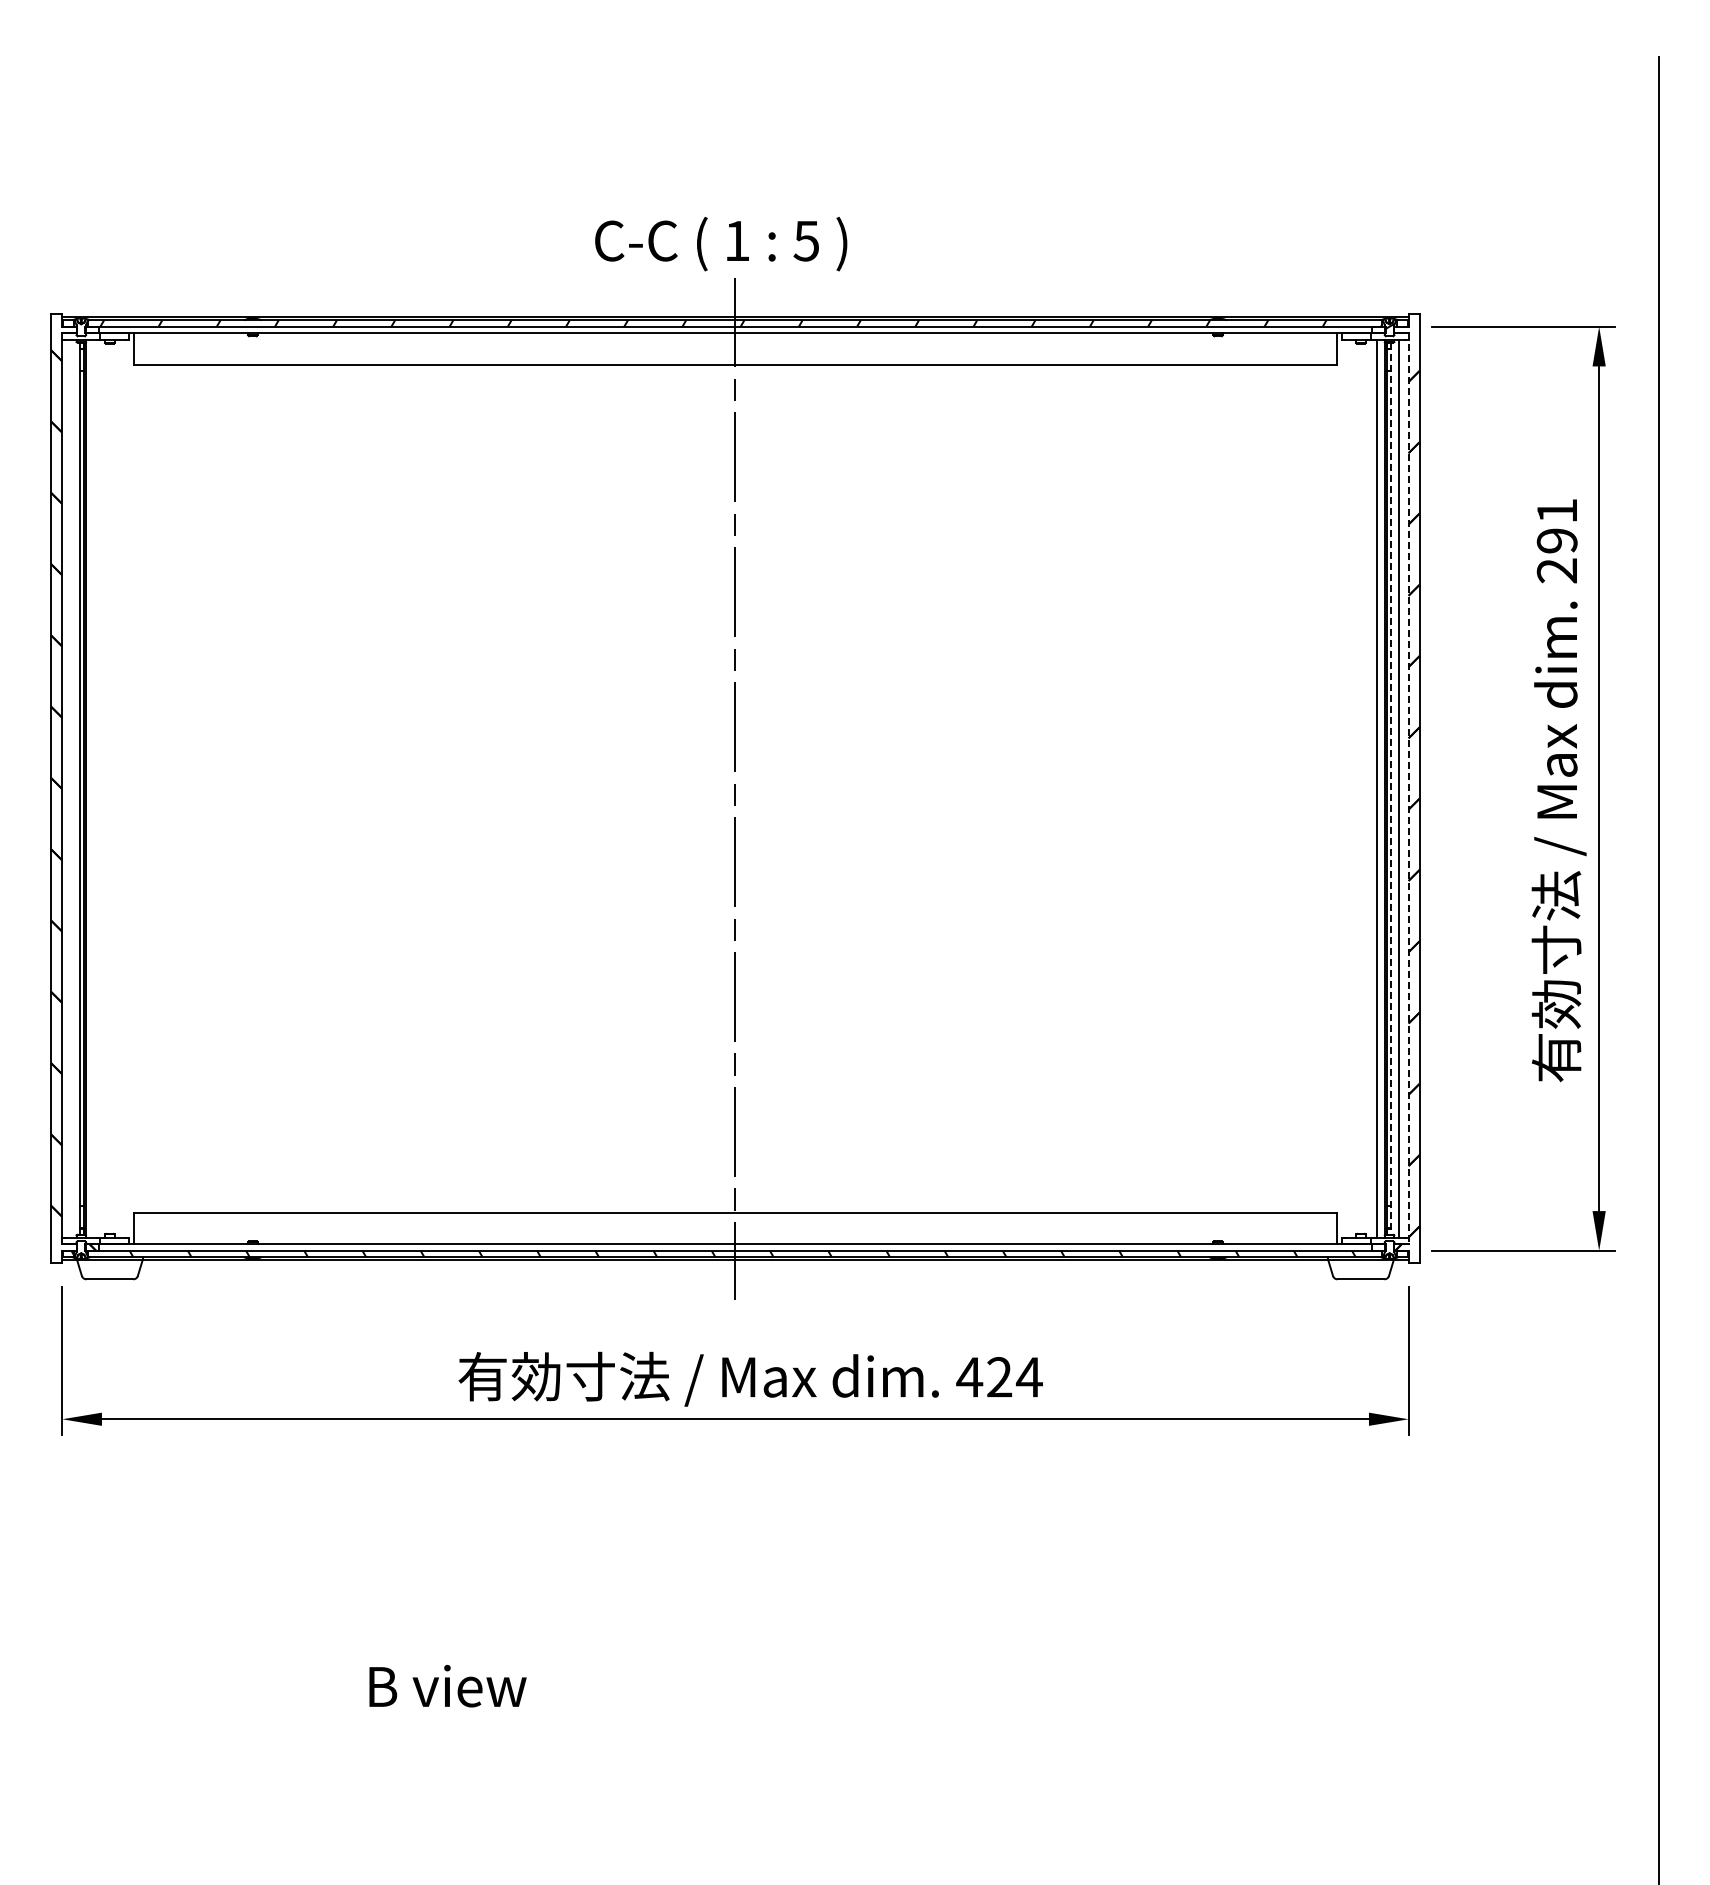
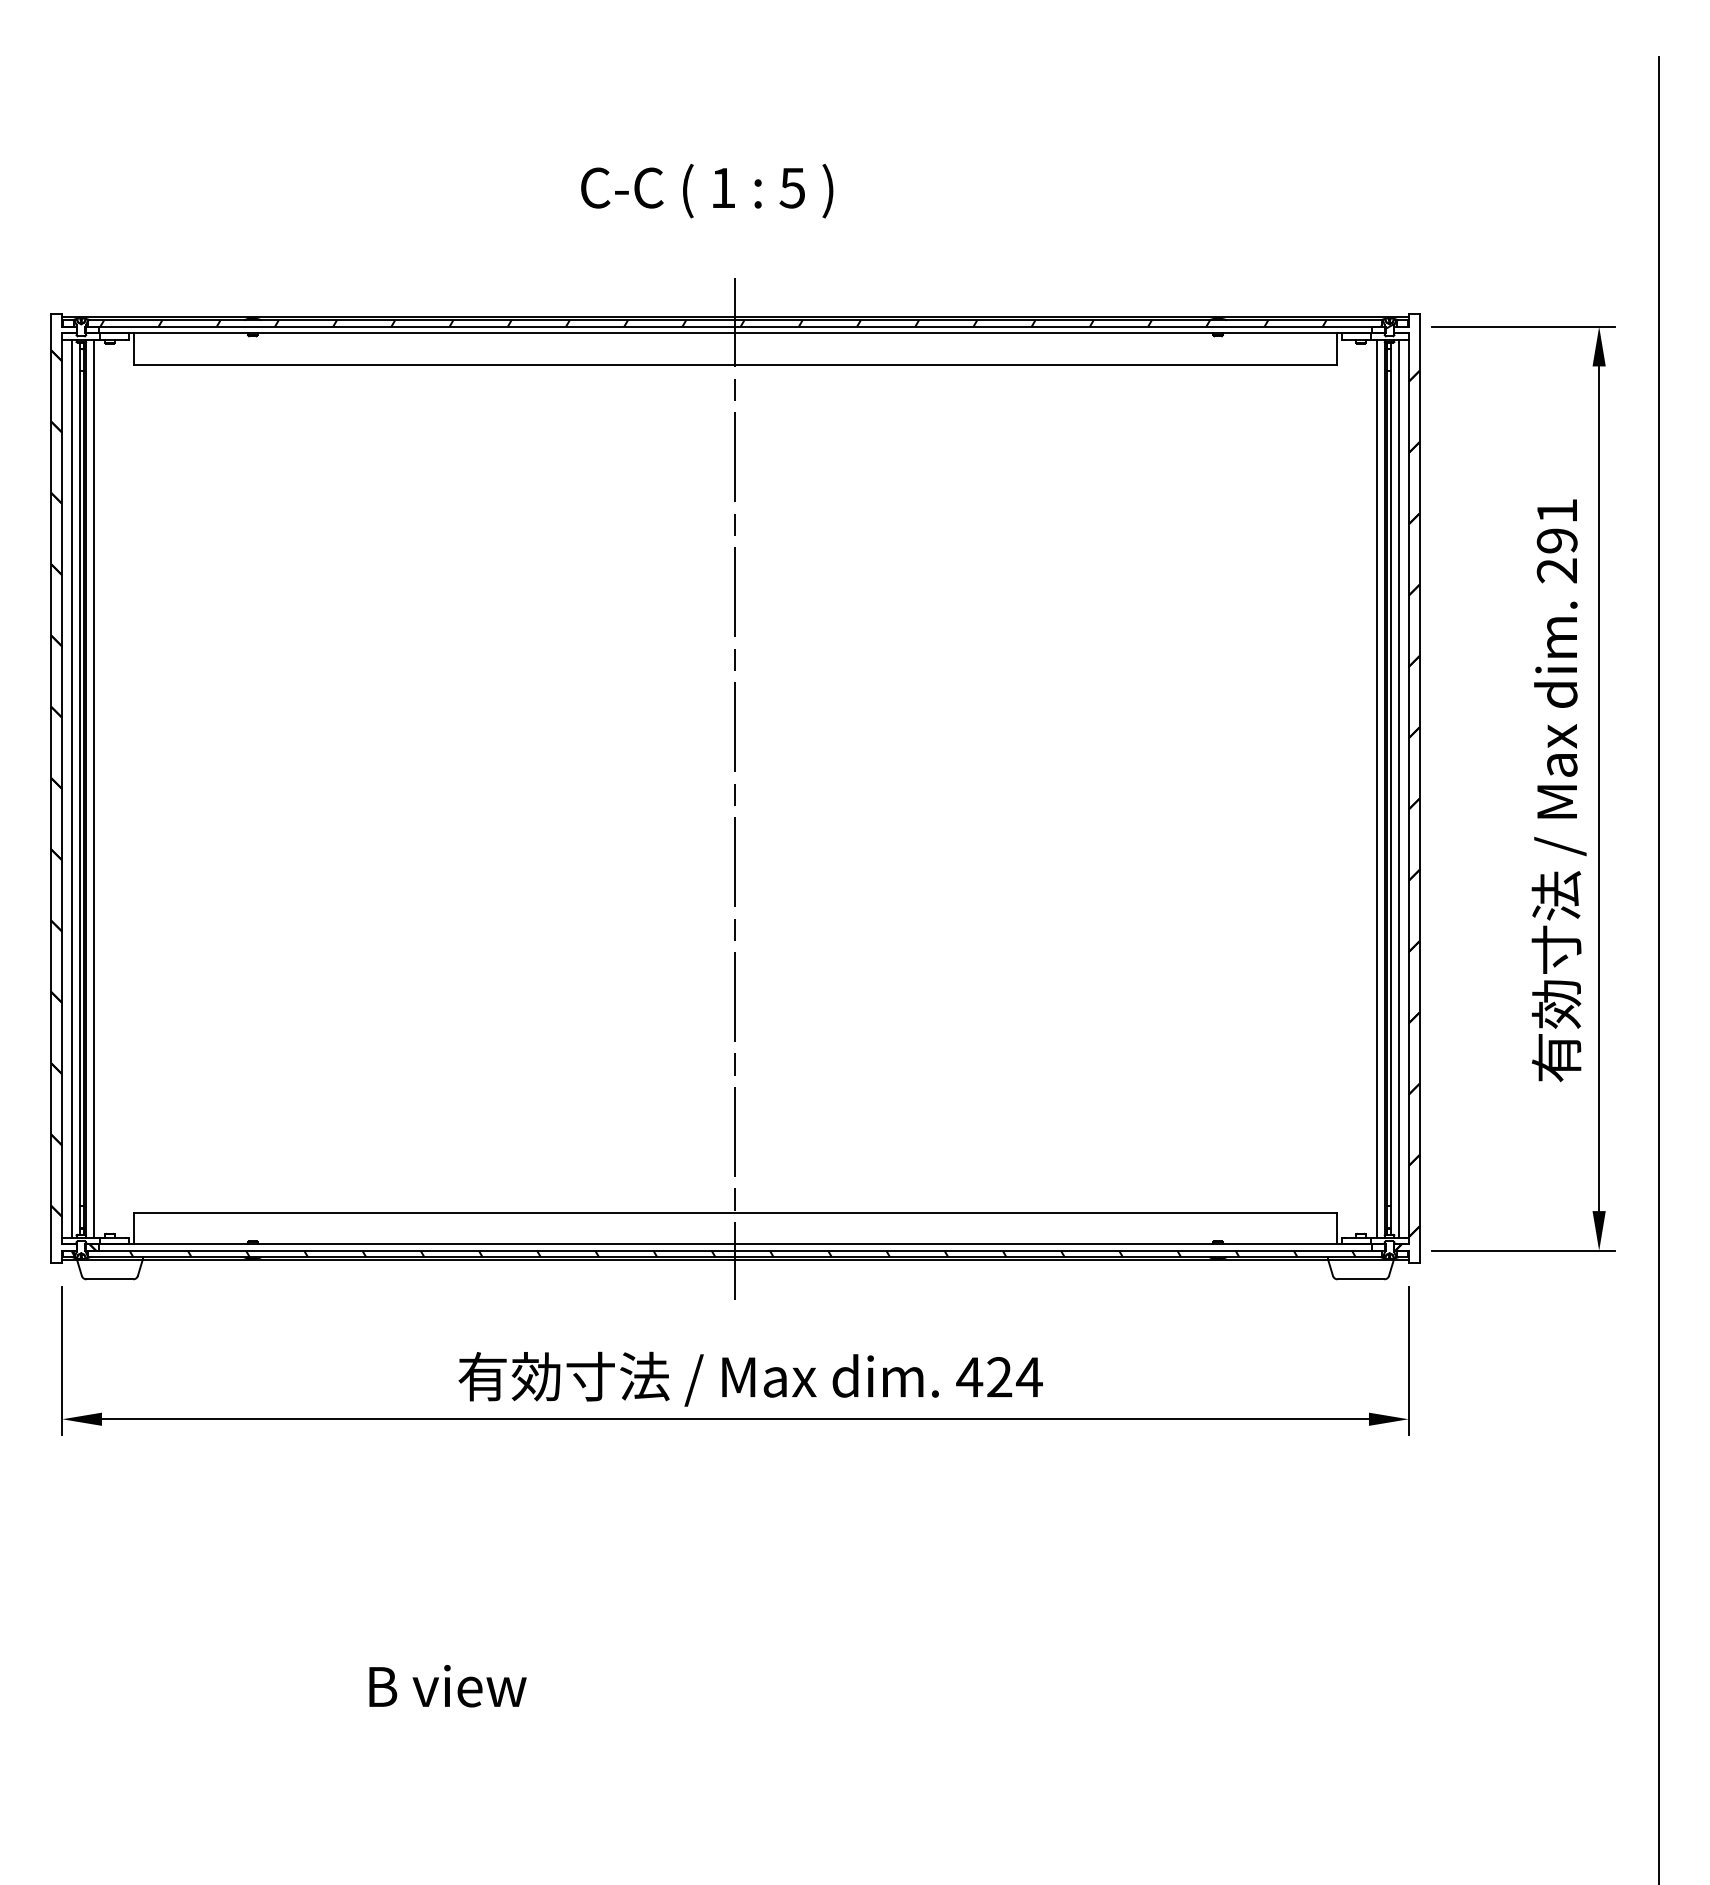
text at (721, 243) position: (721, 243) -> (707, 190)
line at (71, 788): none -> present
line at (94, 788): none -> present
line at (1408, 788): dashed -> solid
line at (1391, 789): dashed -> solid
